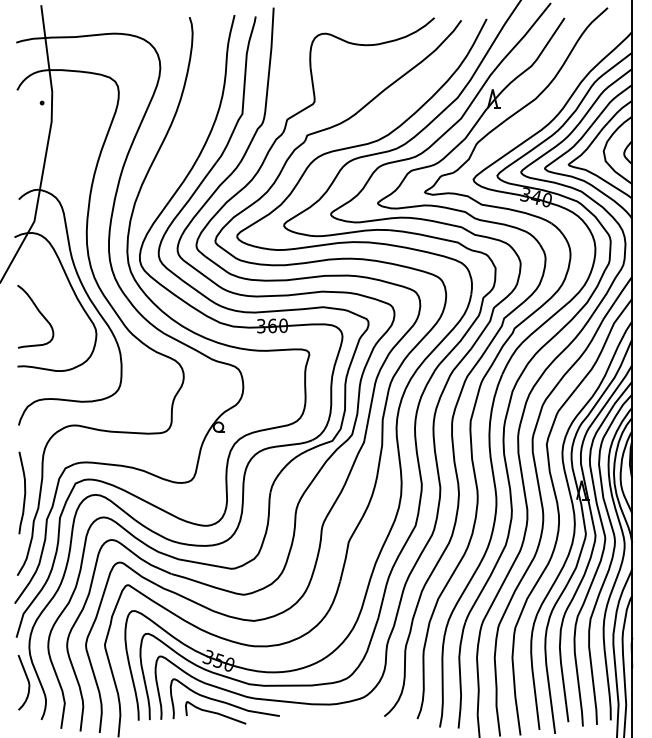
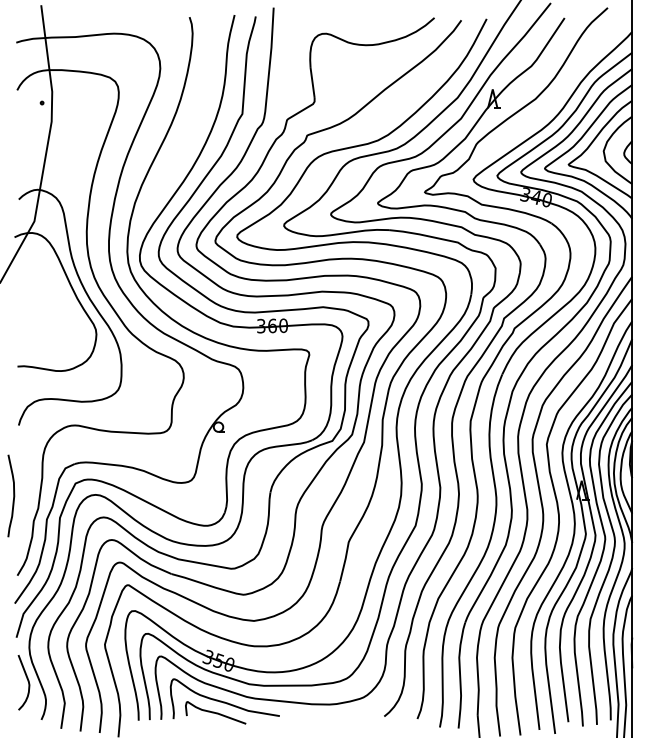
curve at (39, 313): present -> none
curve at (24, 492) position: (24, 492) -> (13, 495)
